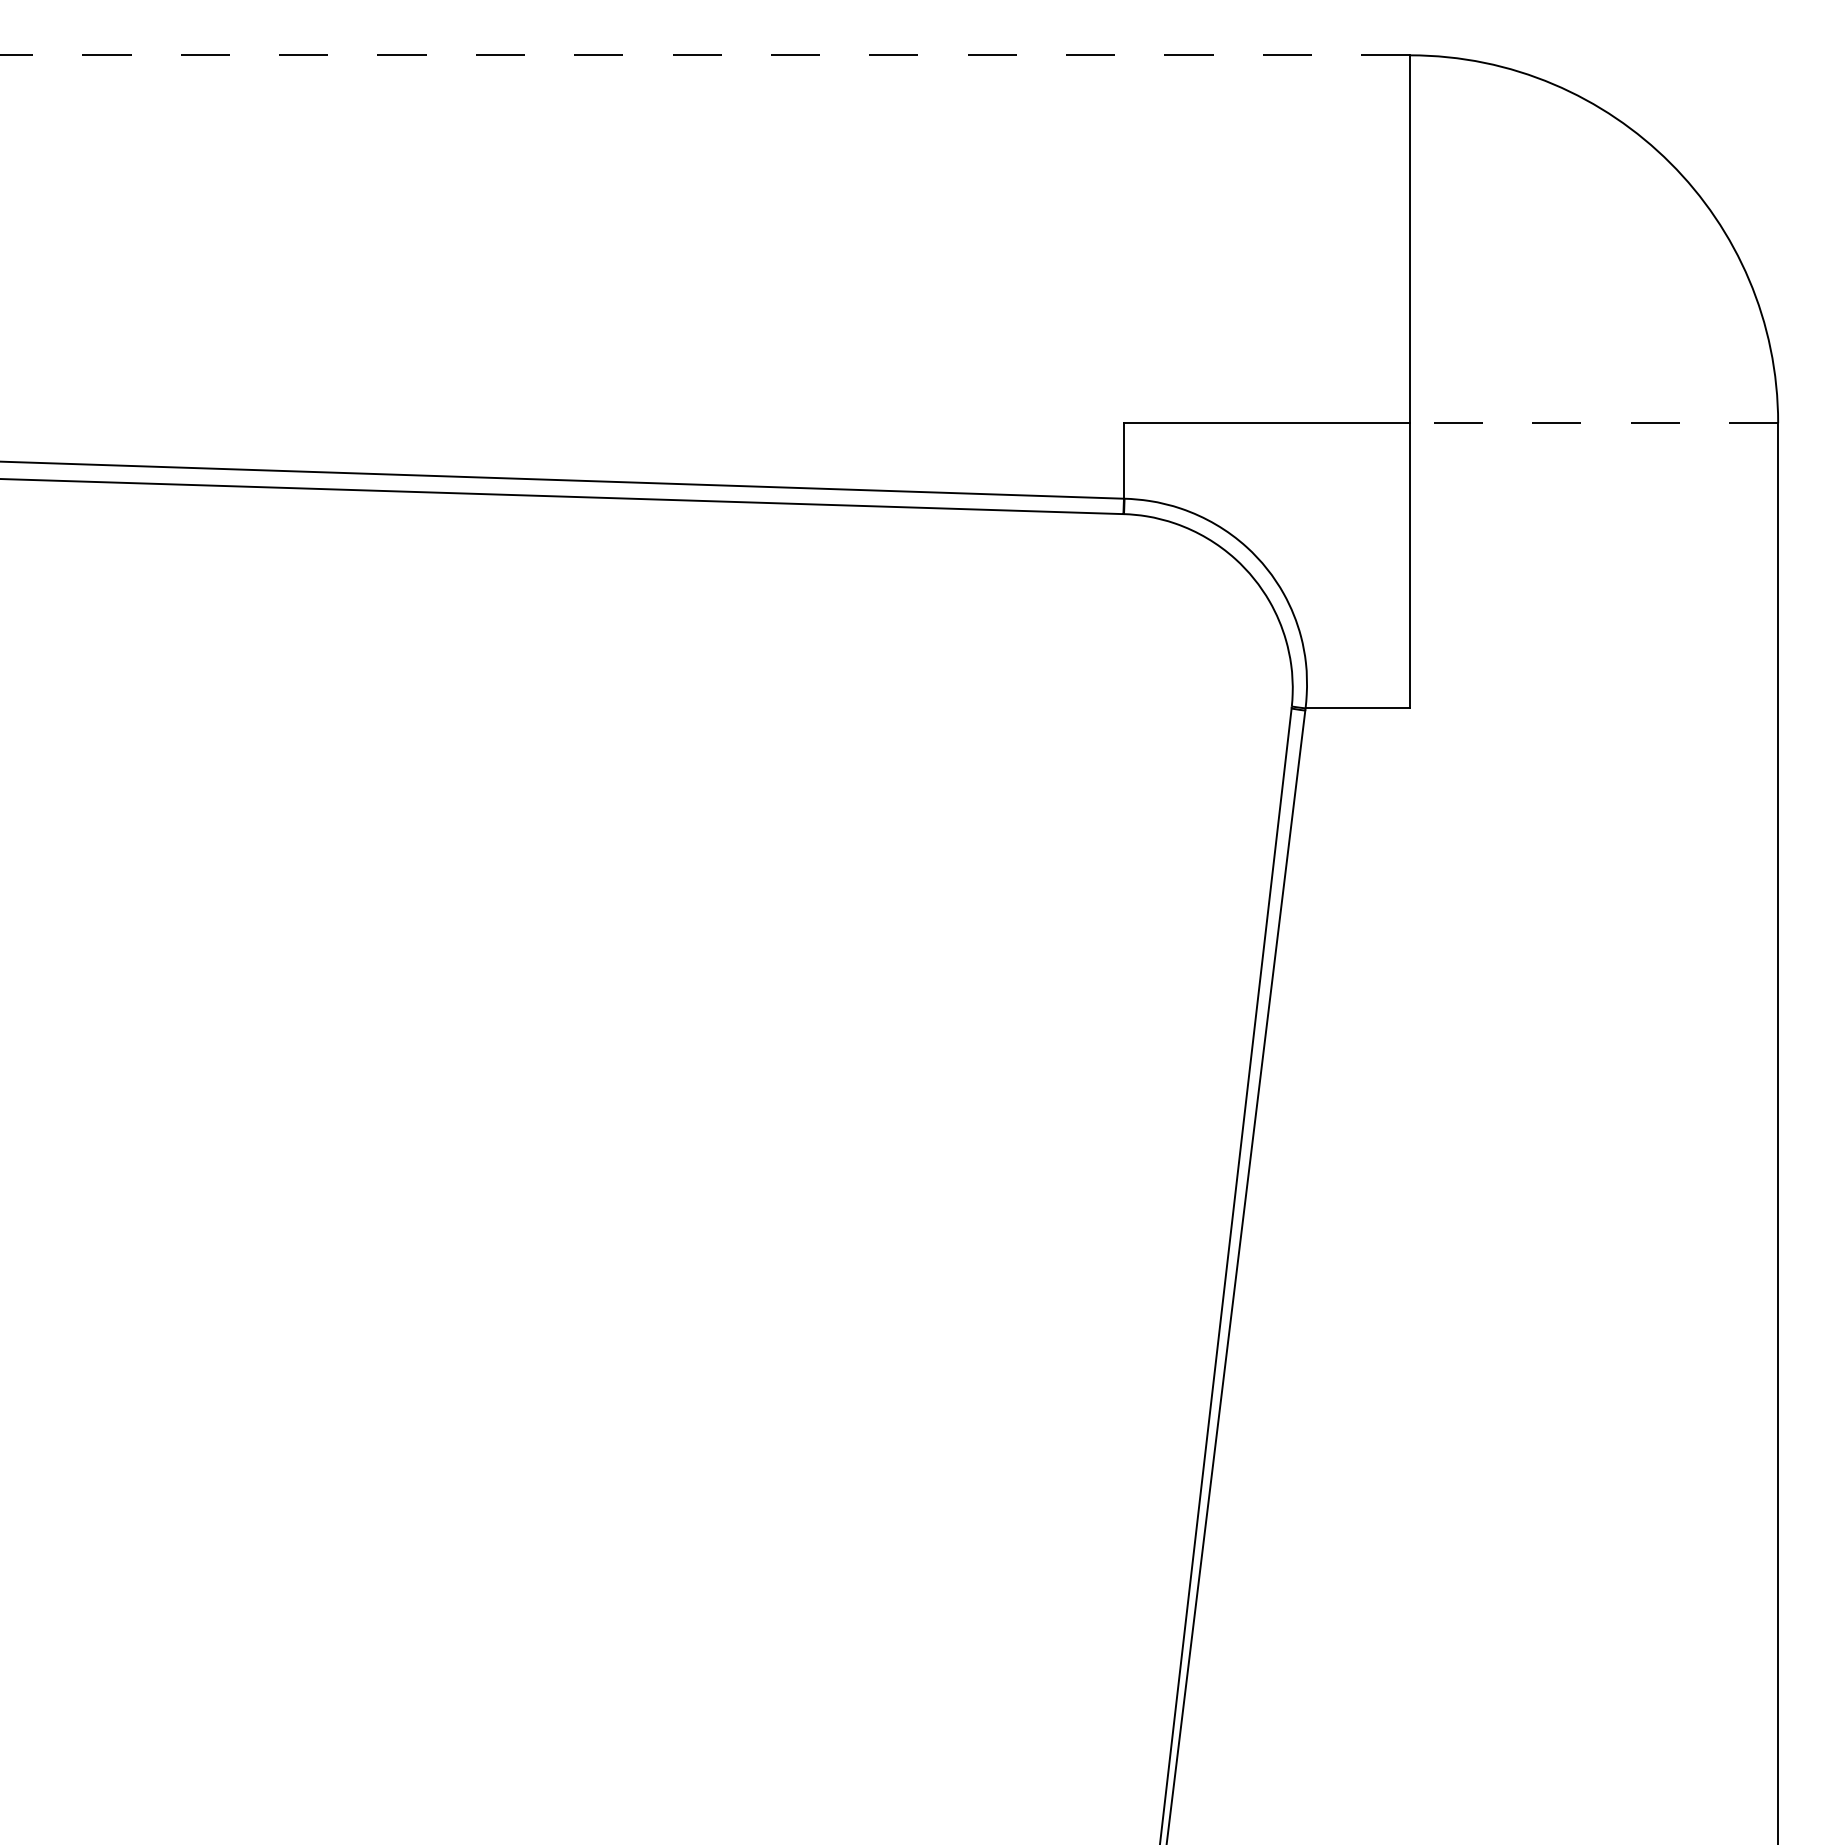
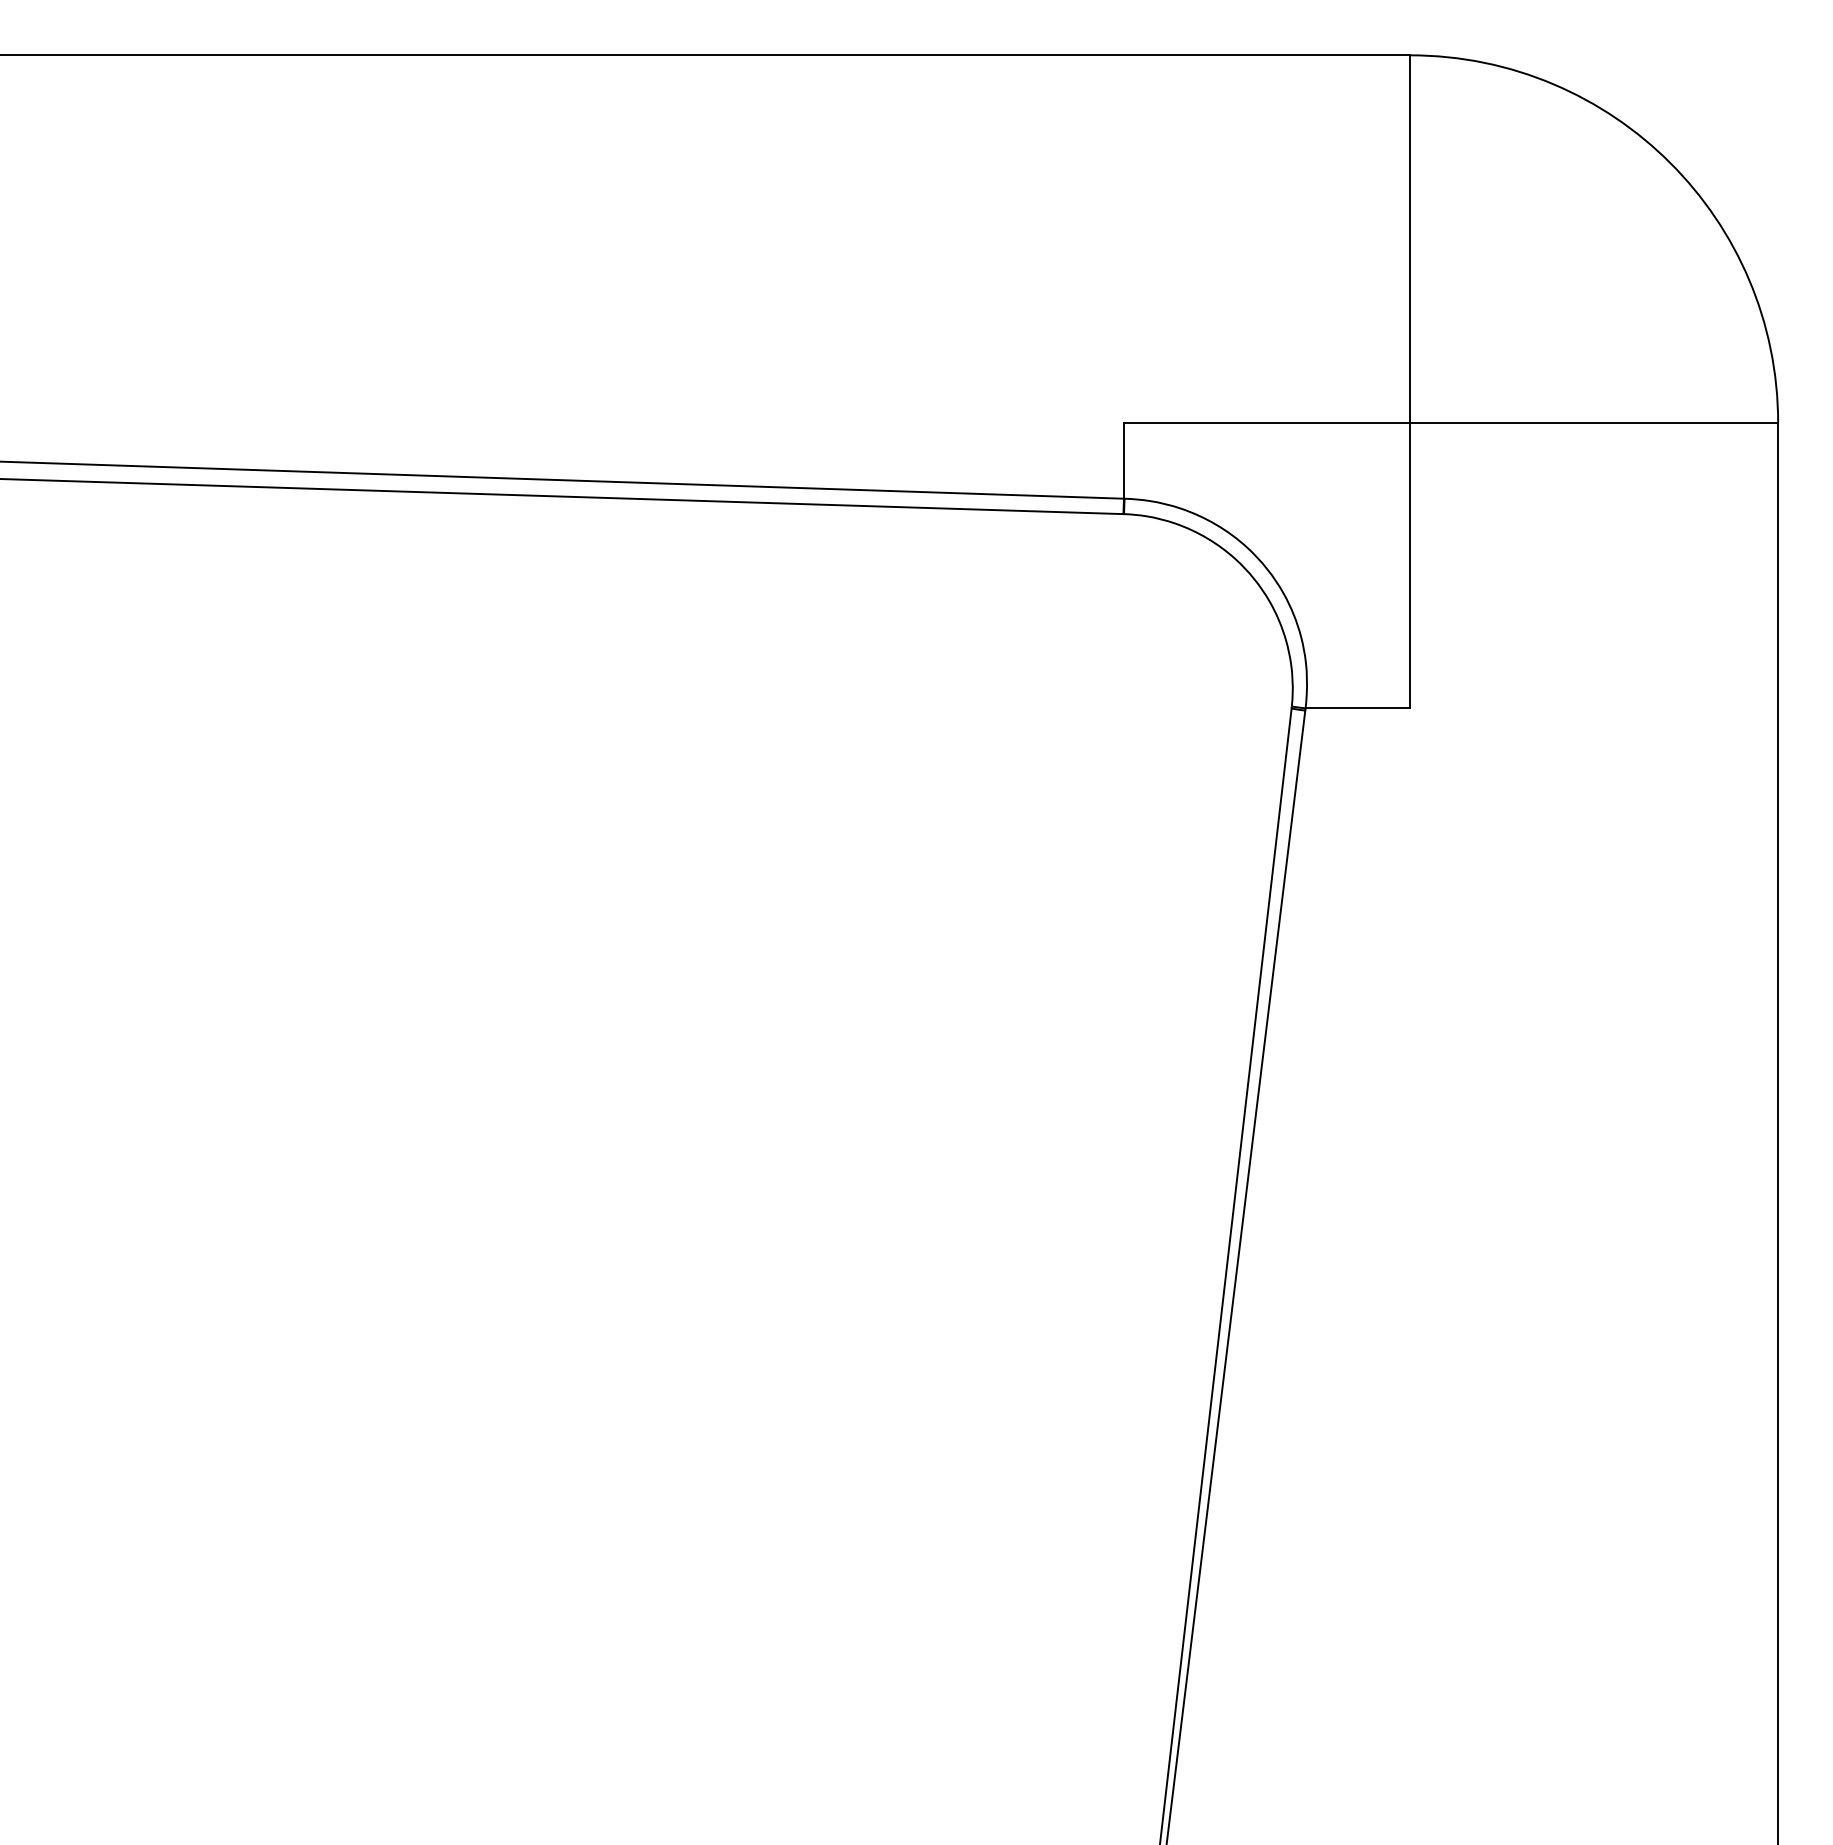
line at (705, 55): dashed -> solid
line at (1594, 423): dashed -> solid
